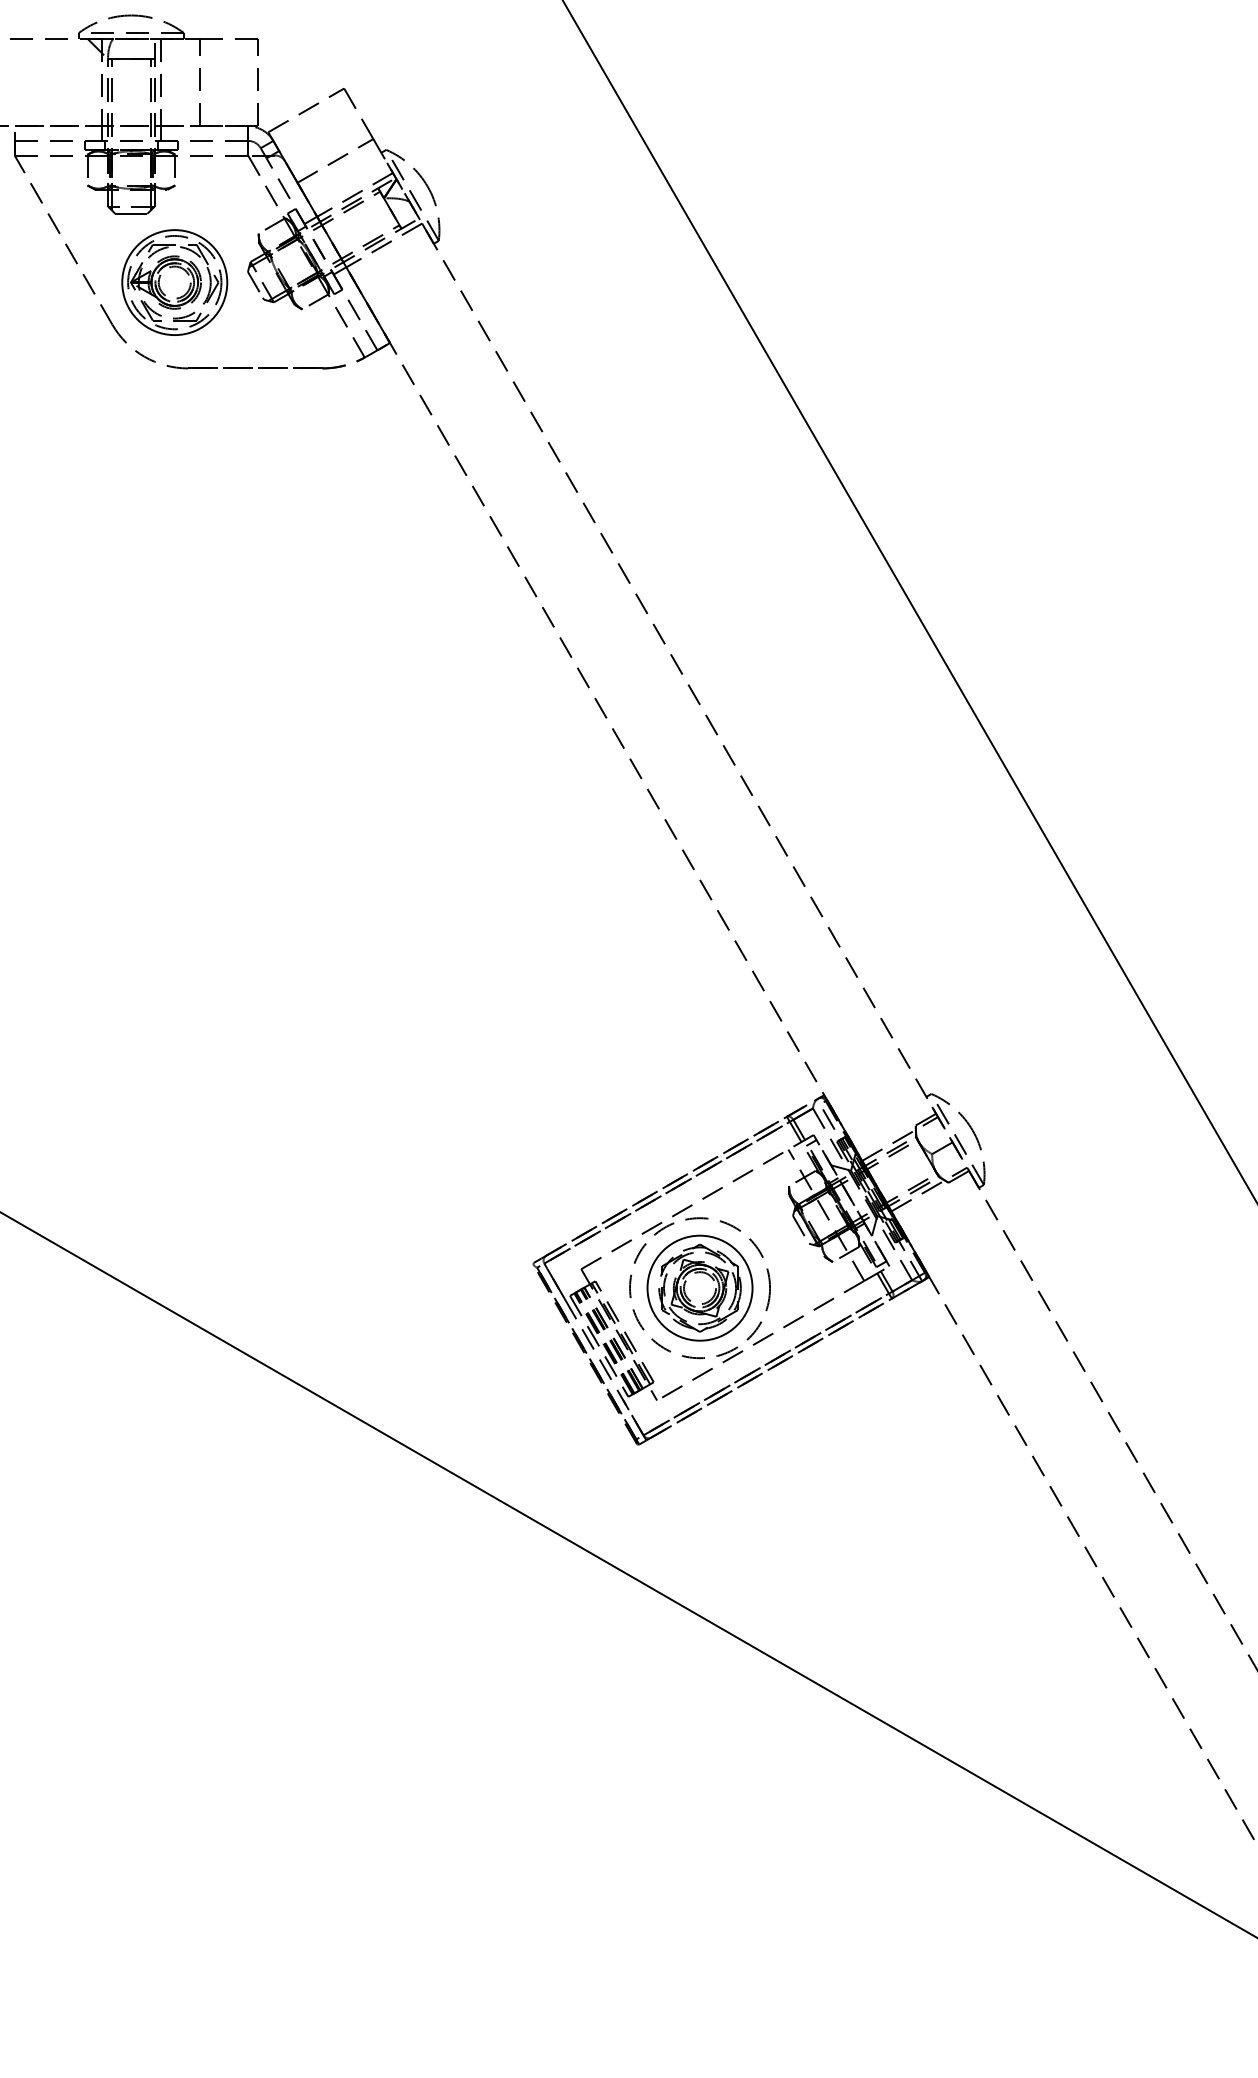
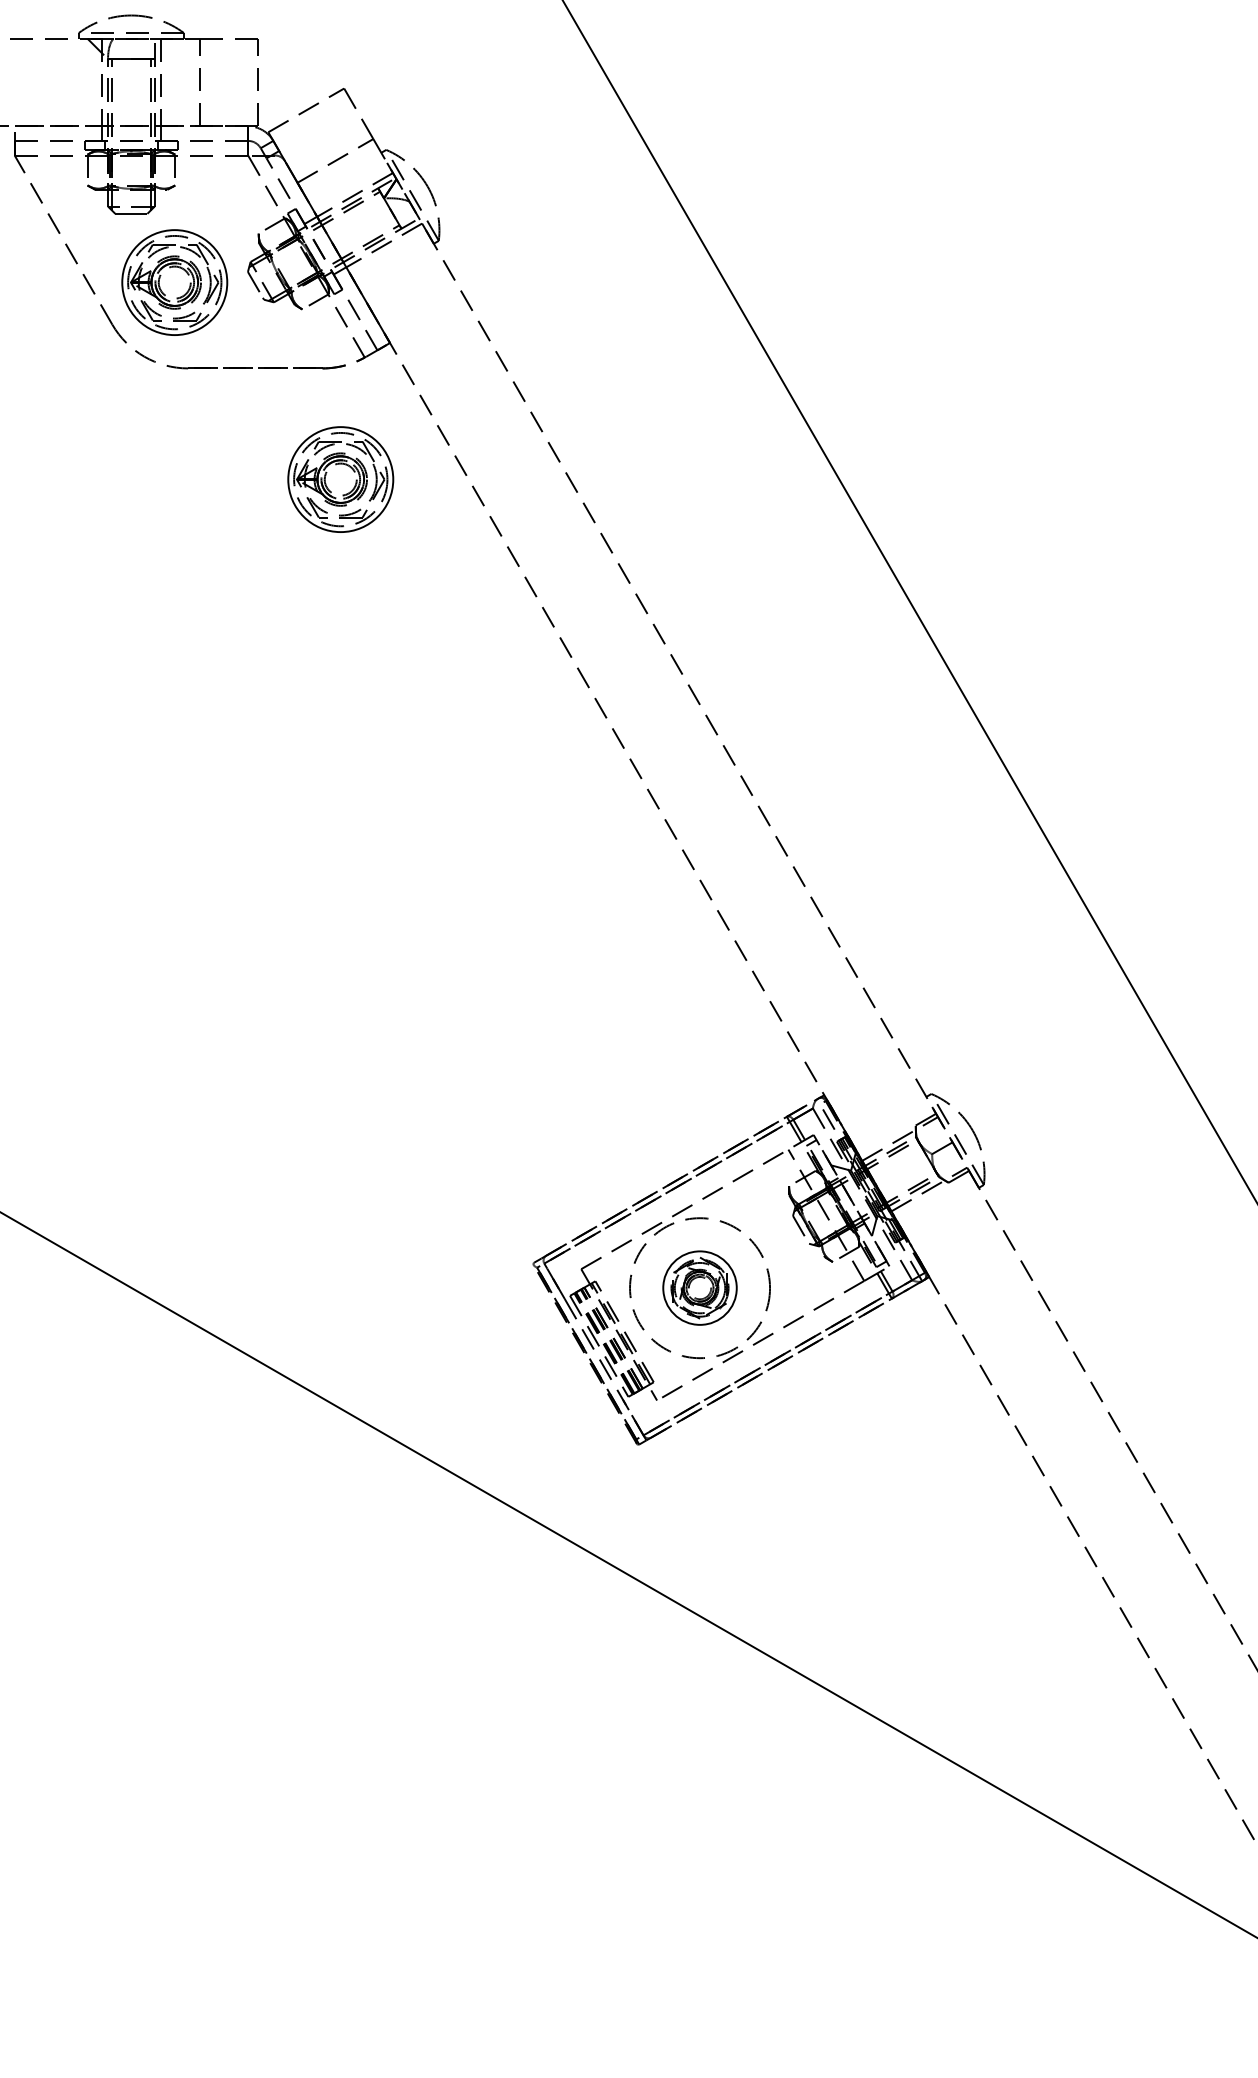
part at (340, 479): none -> present
part at (699, 1287) size: 108x108 px -> 76x76 px
